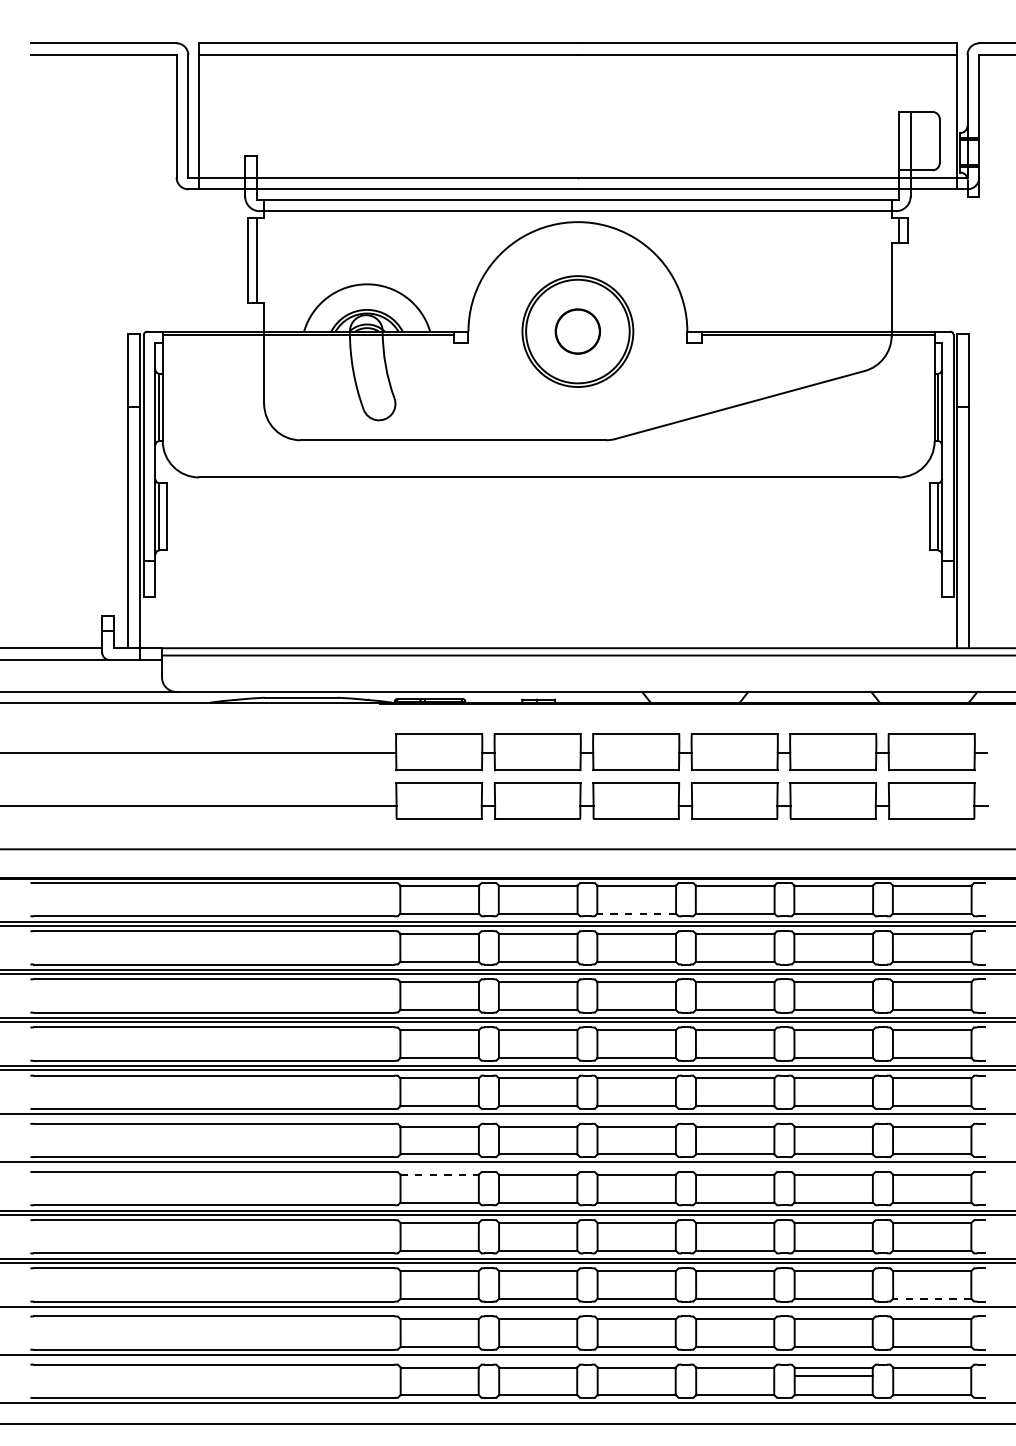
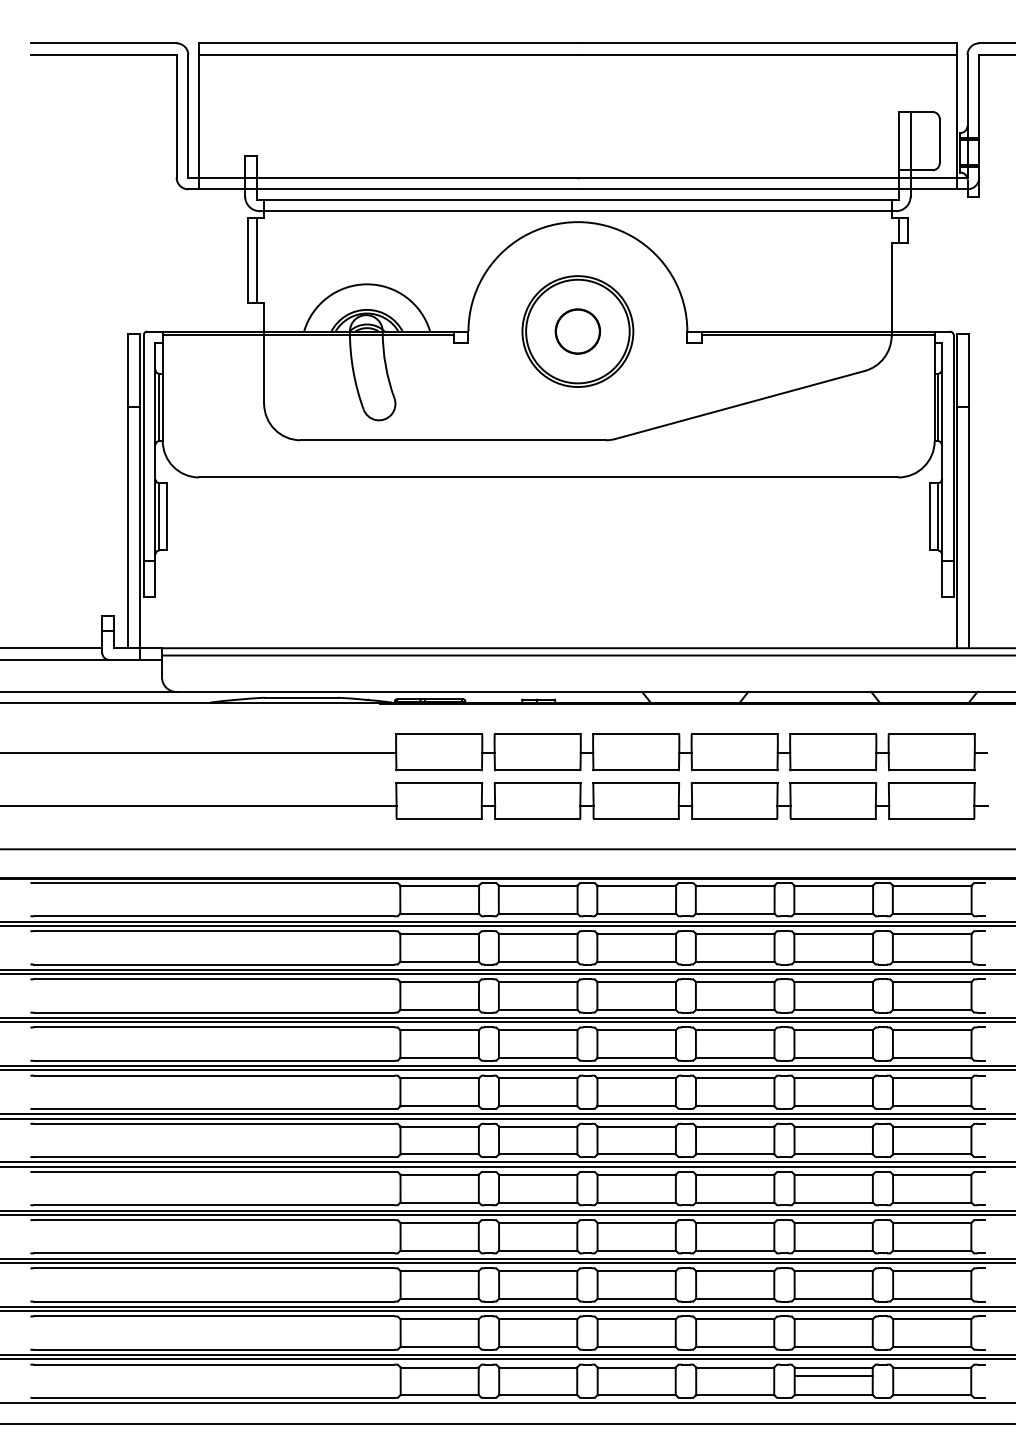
line at (636, 913): dashed -> solid
line at (507, 1118): none -> present
line at (507, 1166): none -> present
line at (440, 1174): dashed -> solid
line at (931, 1298): dashed -> solid
line at (507, 1311): none -> present
line at (507, 1359): none -> present
